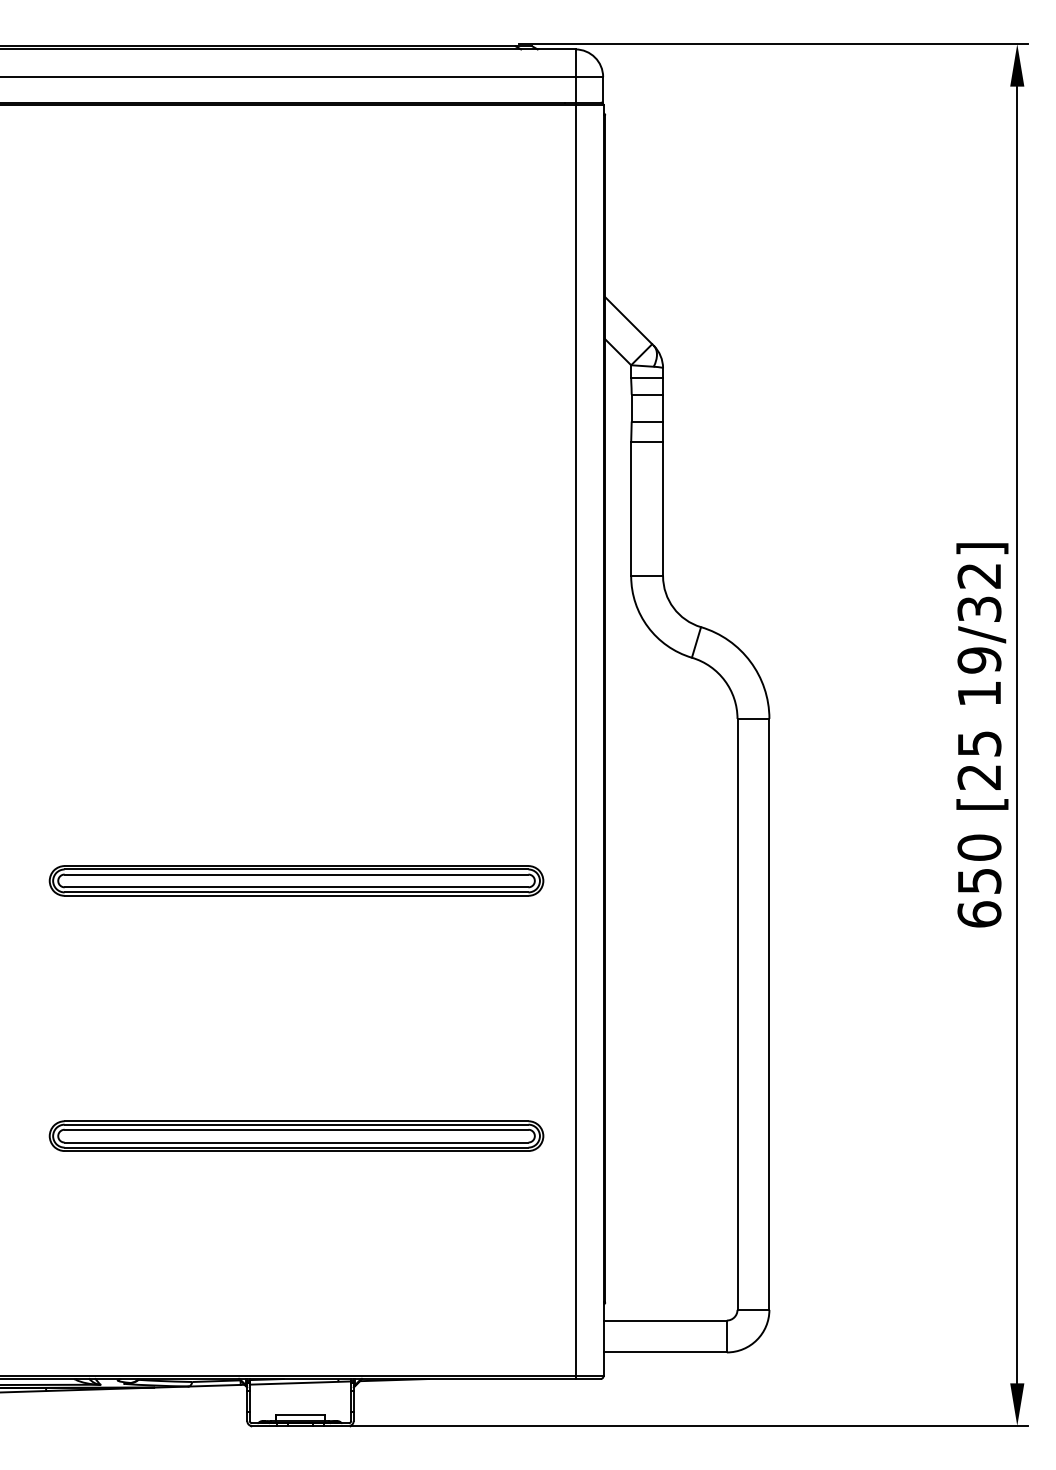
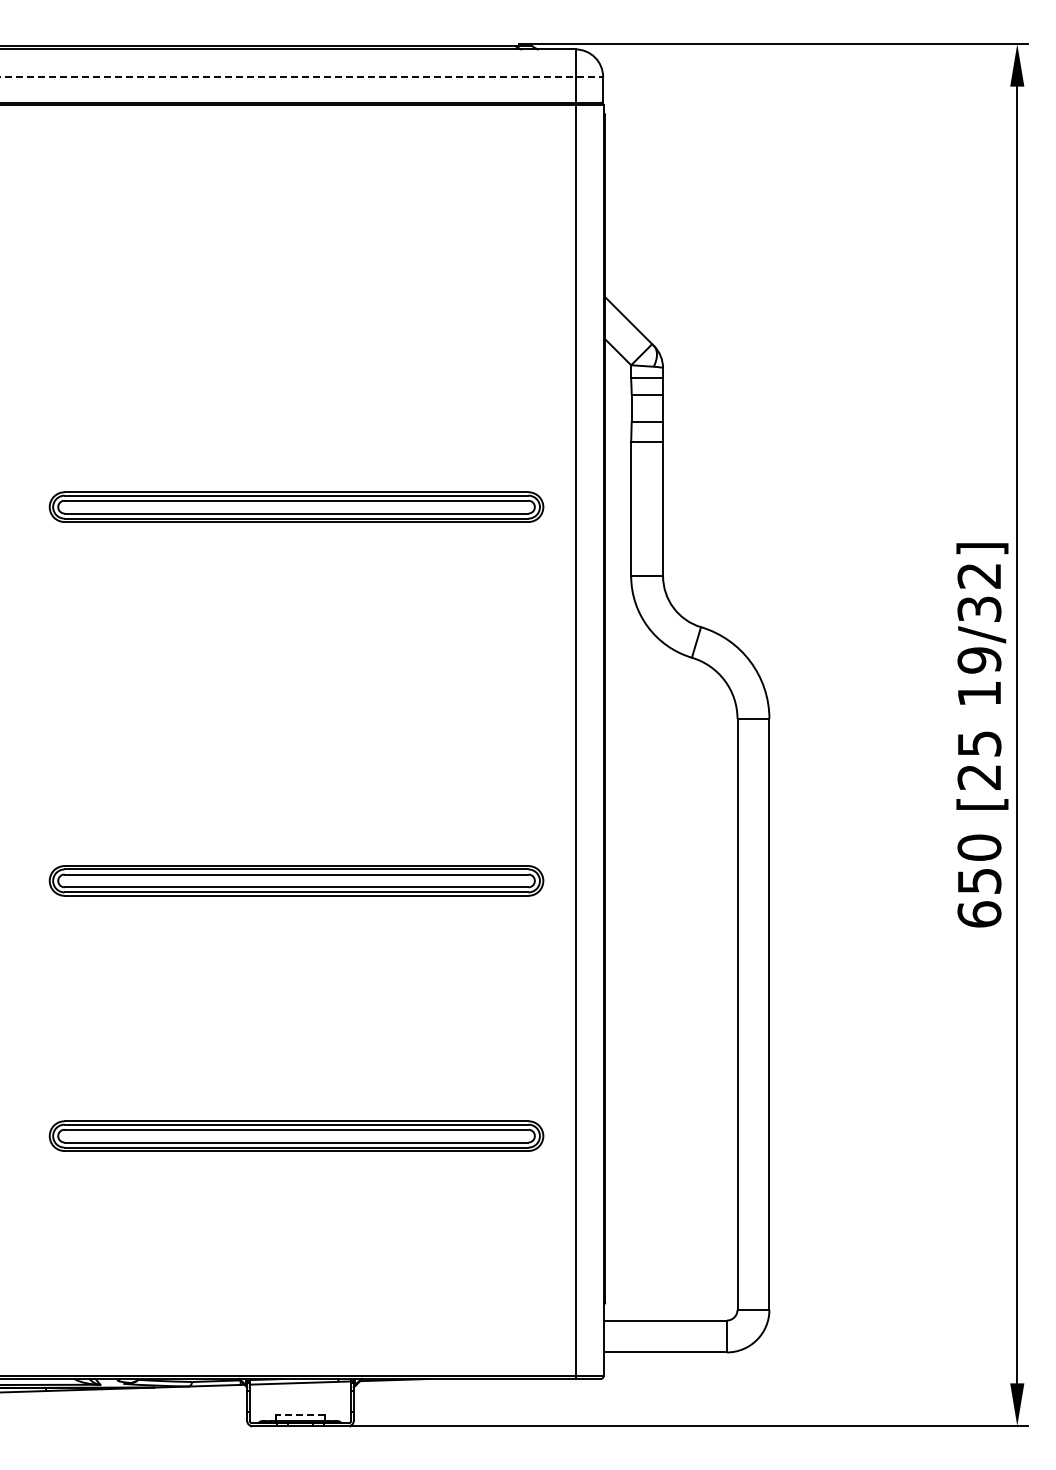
line at (302, 77): solid -> dashed
part at (296, 506): none -> present
line at (300, 1415): solid -> dashed
